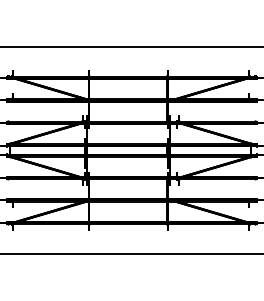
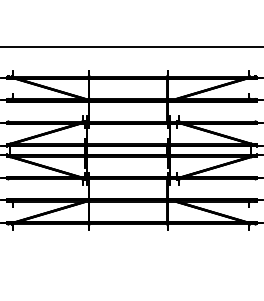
line at (131, 254): present -> none
